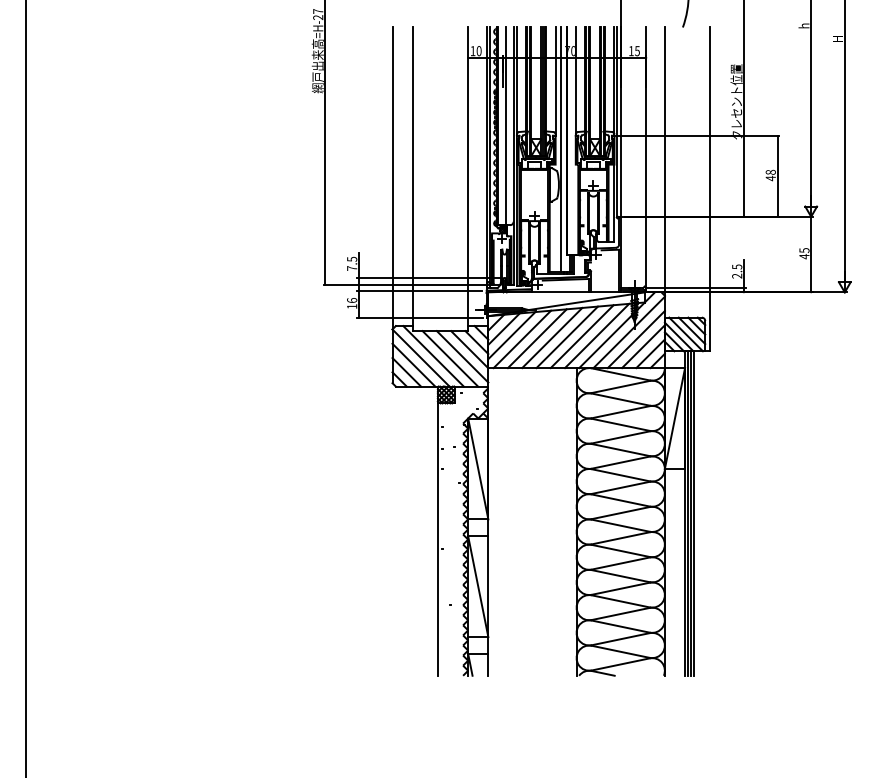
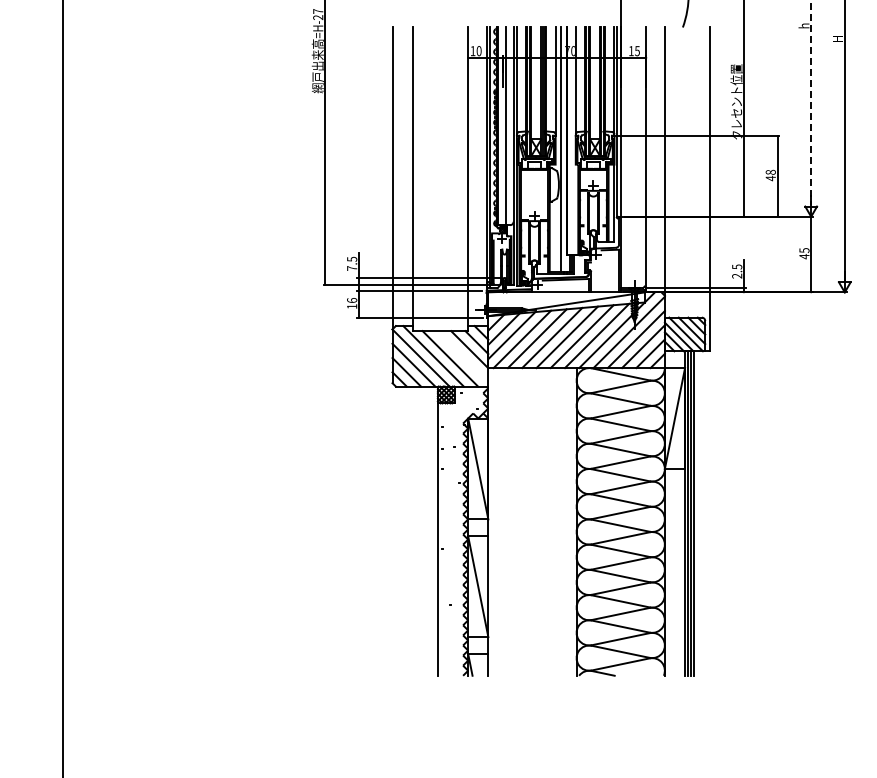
line at (811, 103): solid -> dashed
line at (462, 356): present -> none
line at (26, 388) position: (26, 388) -> (63, 388)
